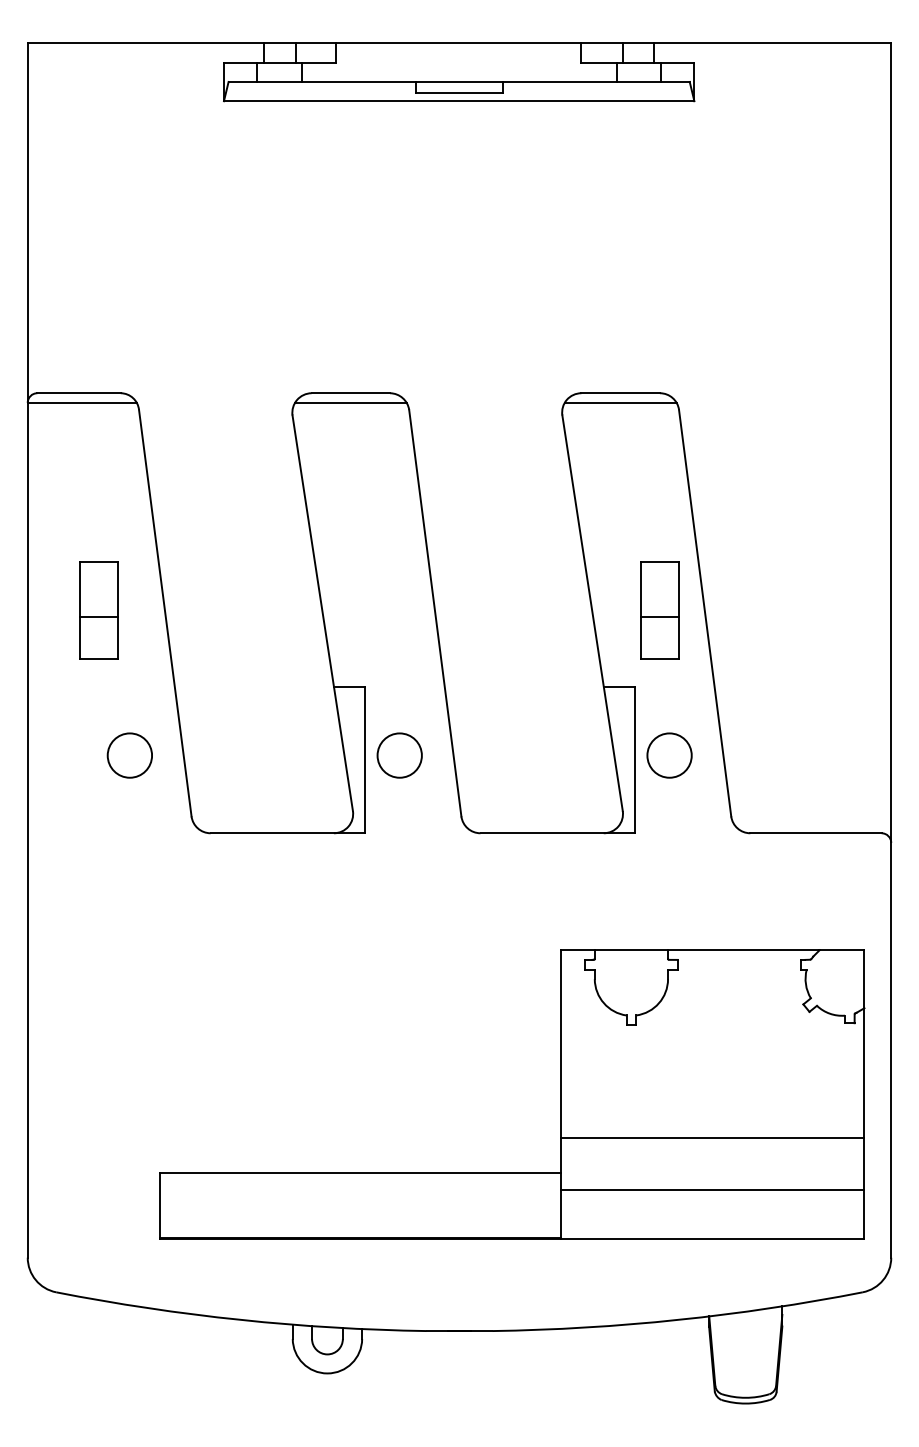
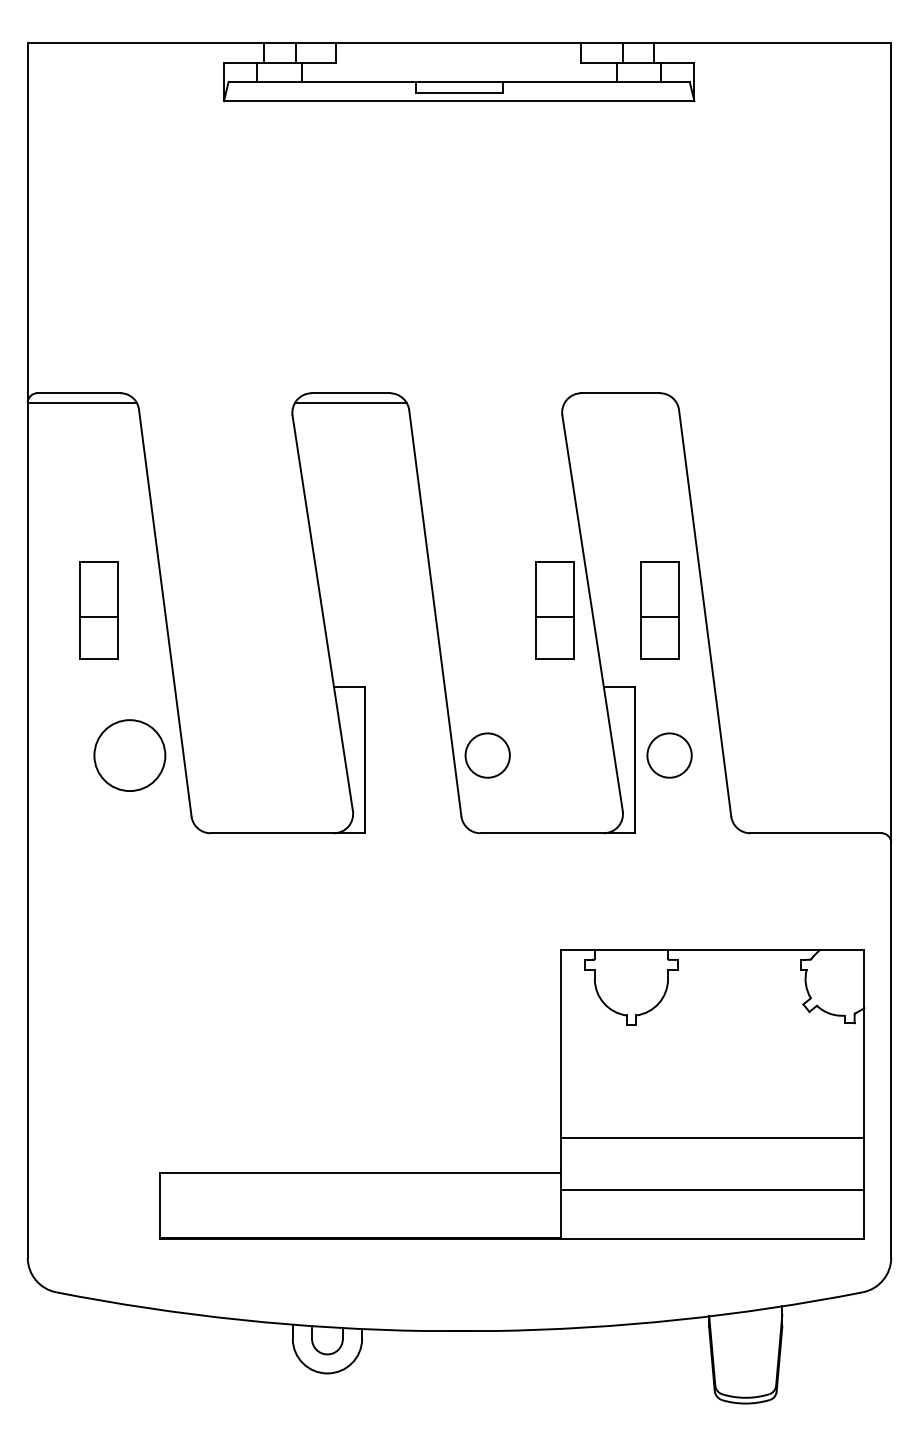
line at (620, 402): present -> none
part at (554, 610): none -> present
circle at (129, 755) diameter: 44 px -> 71 px
circle at (399, 755) position: (399, 755) -> (487, 755)
